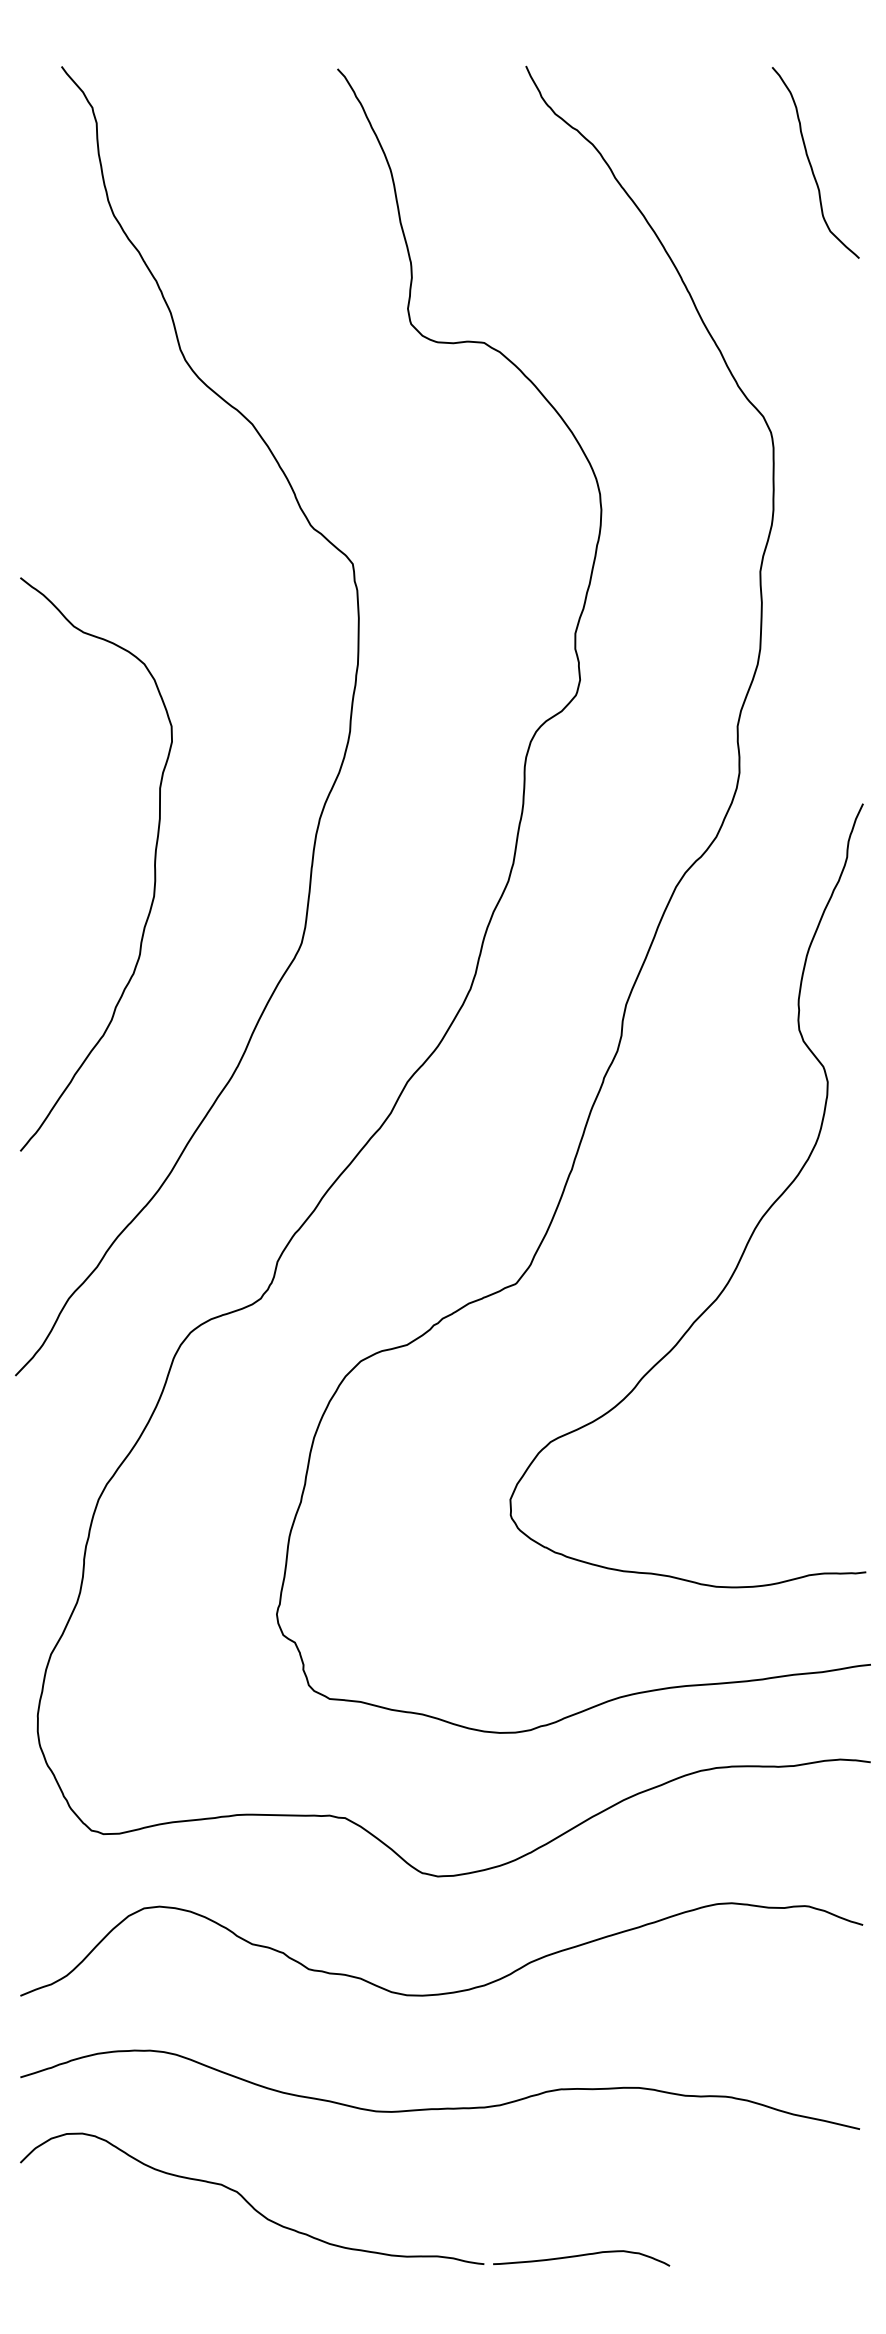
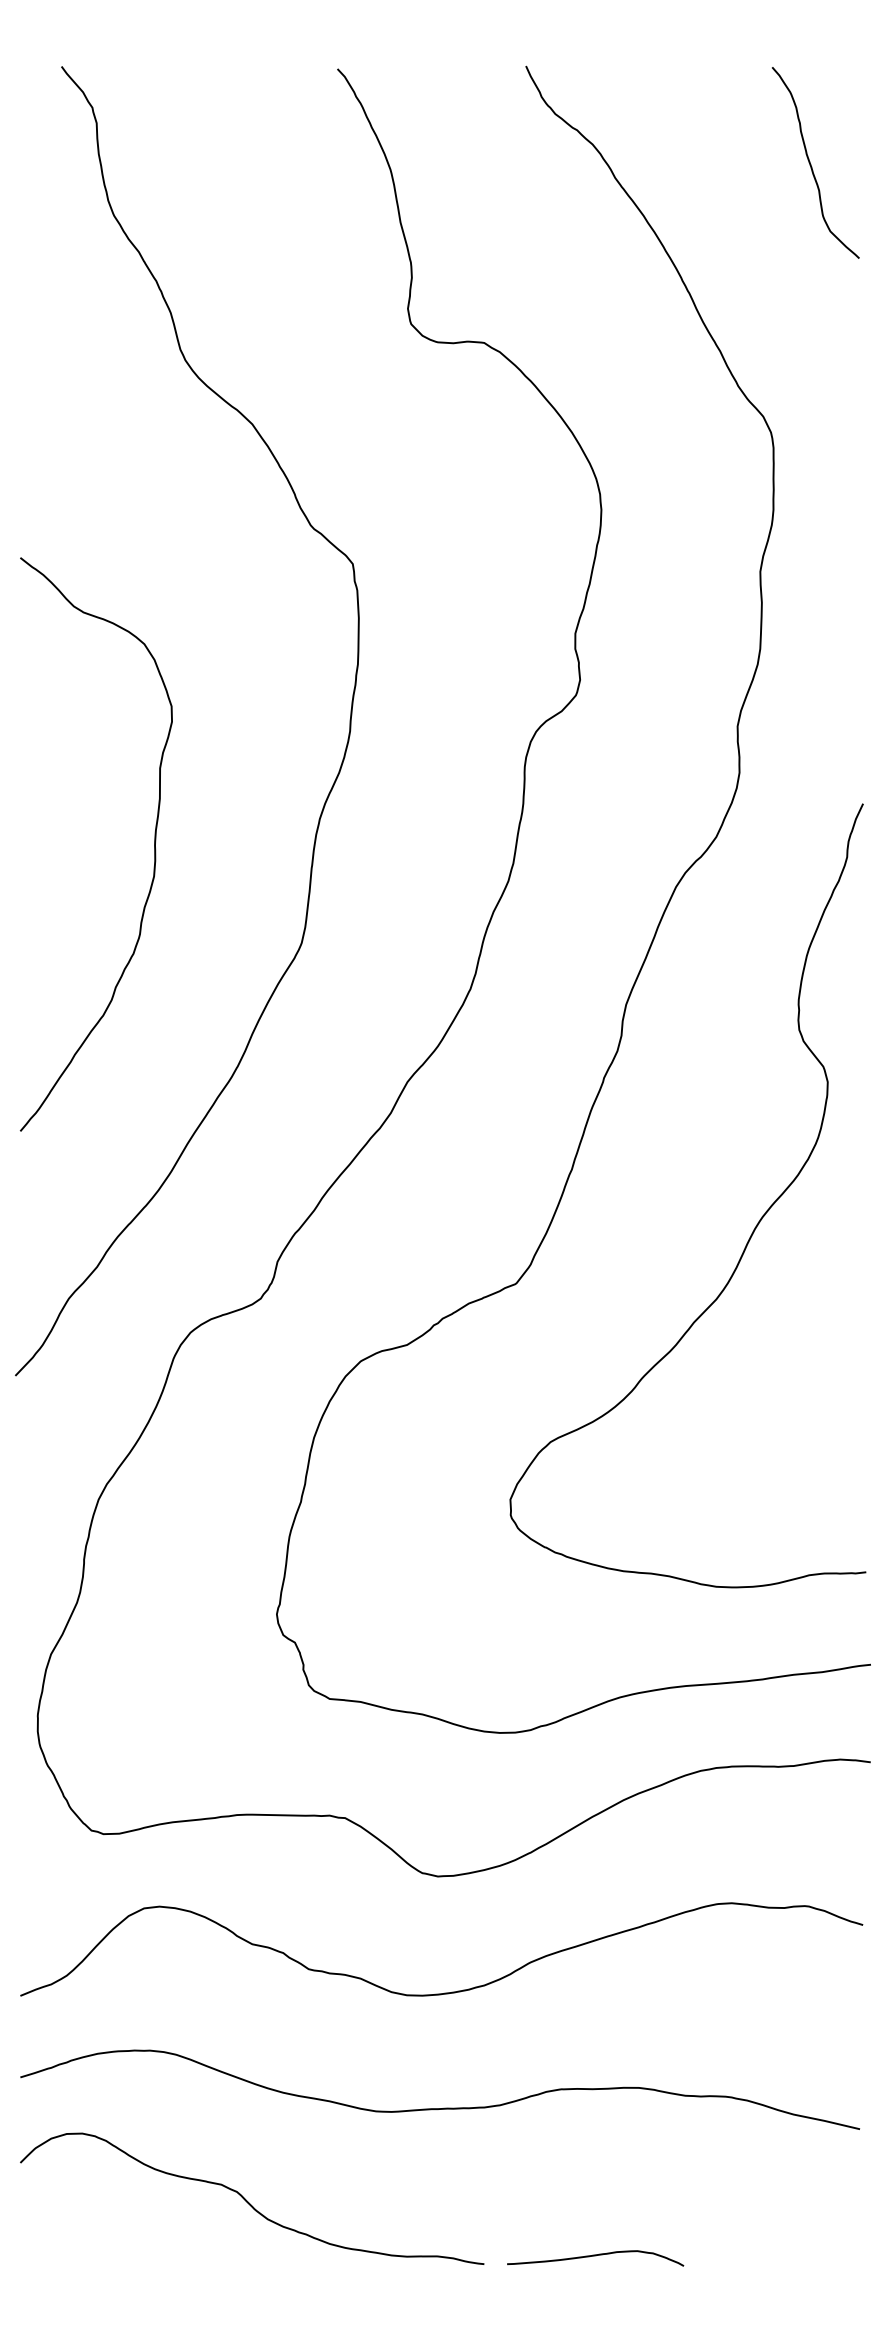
curve at (154, 864) position: (154, 864) -> (154, 844)
curve at (581, 2256) position: (581, 2256) -> (595, 2256)
